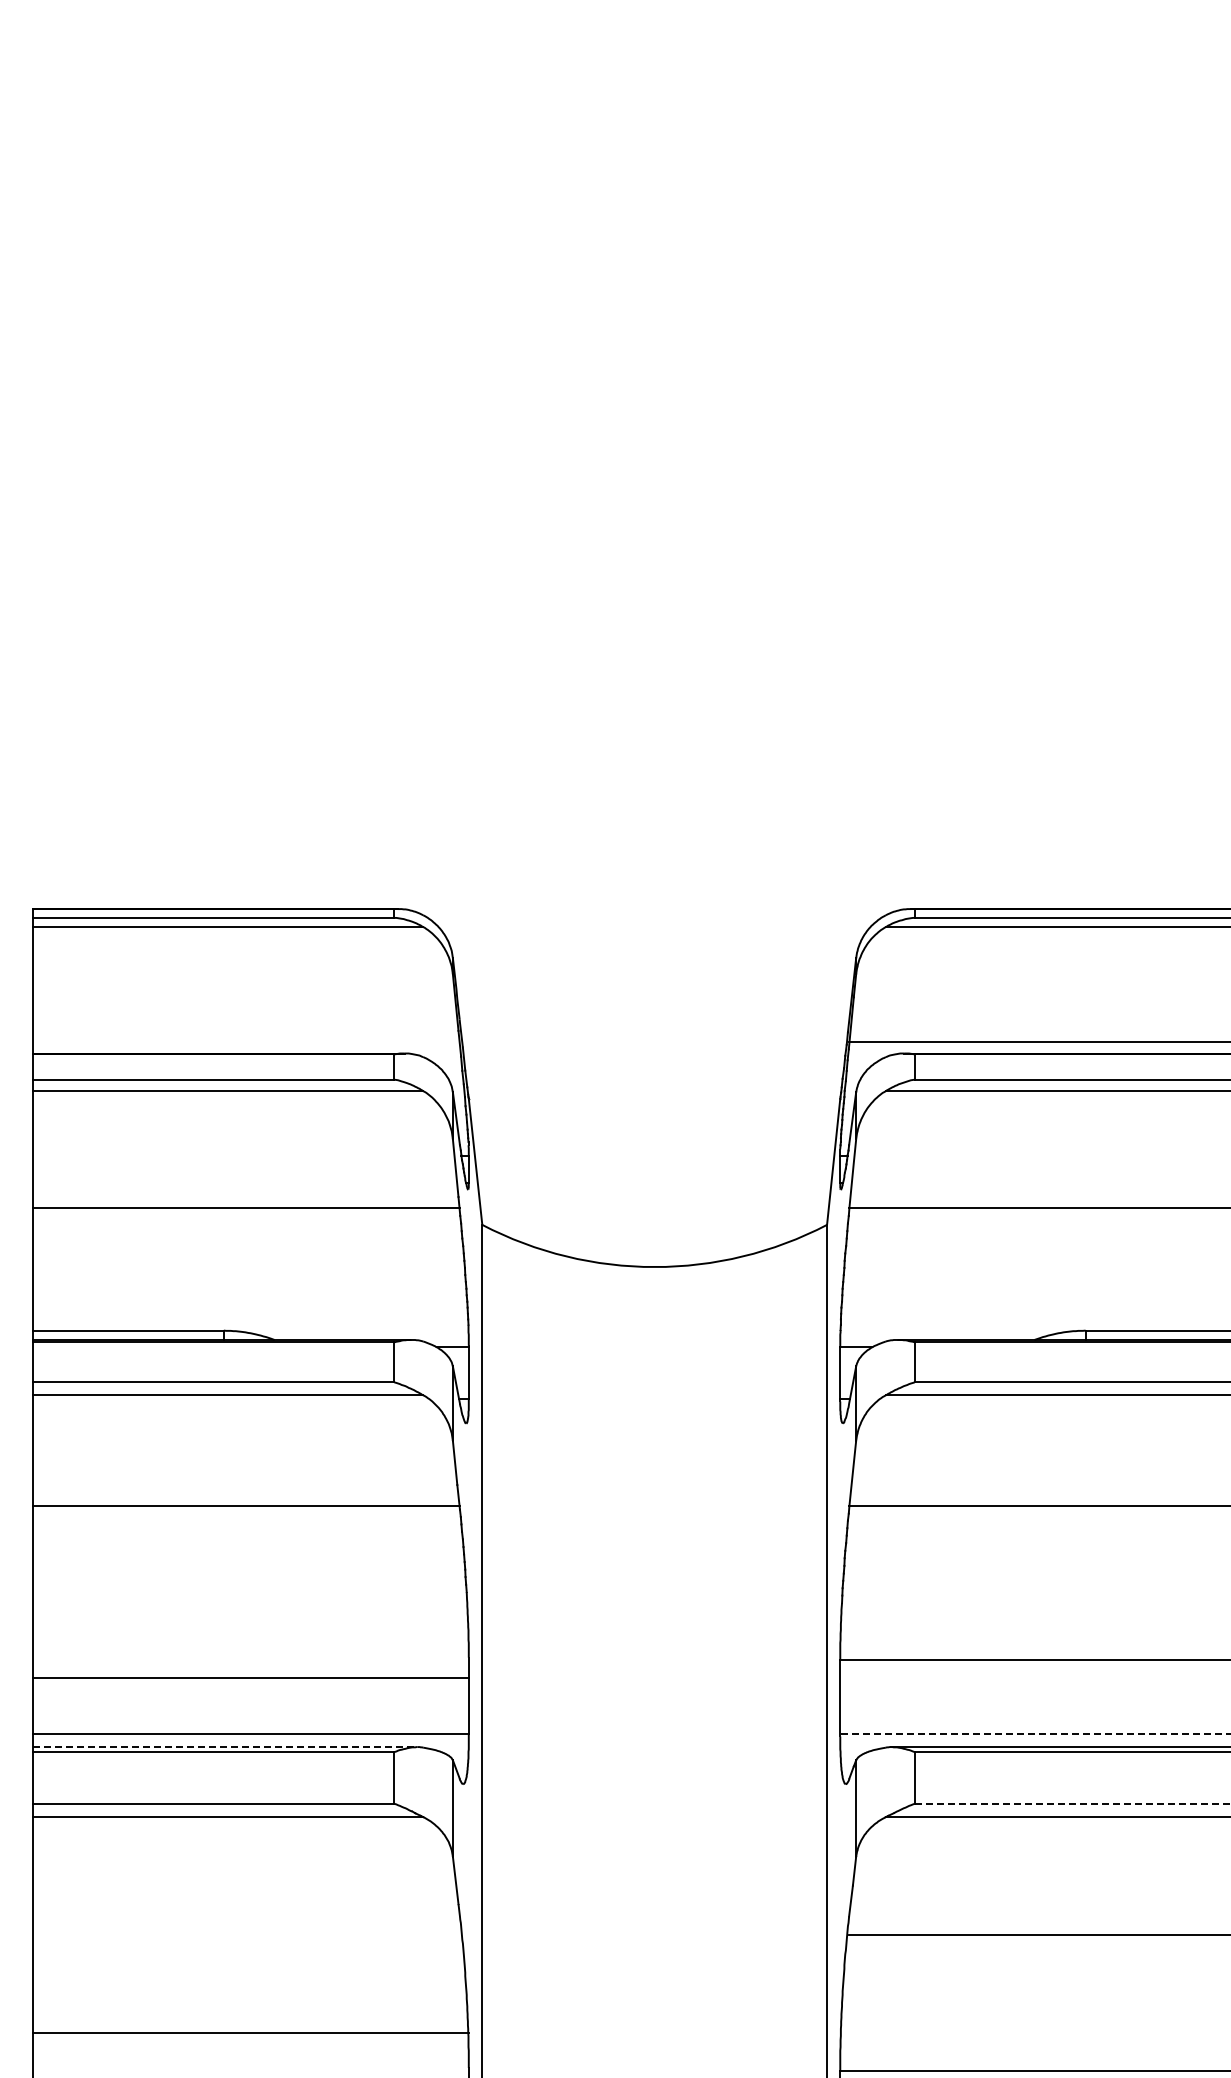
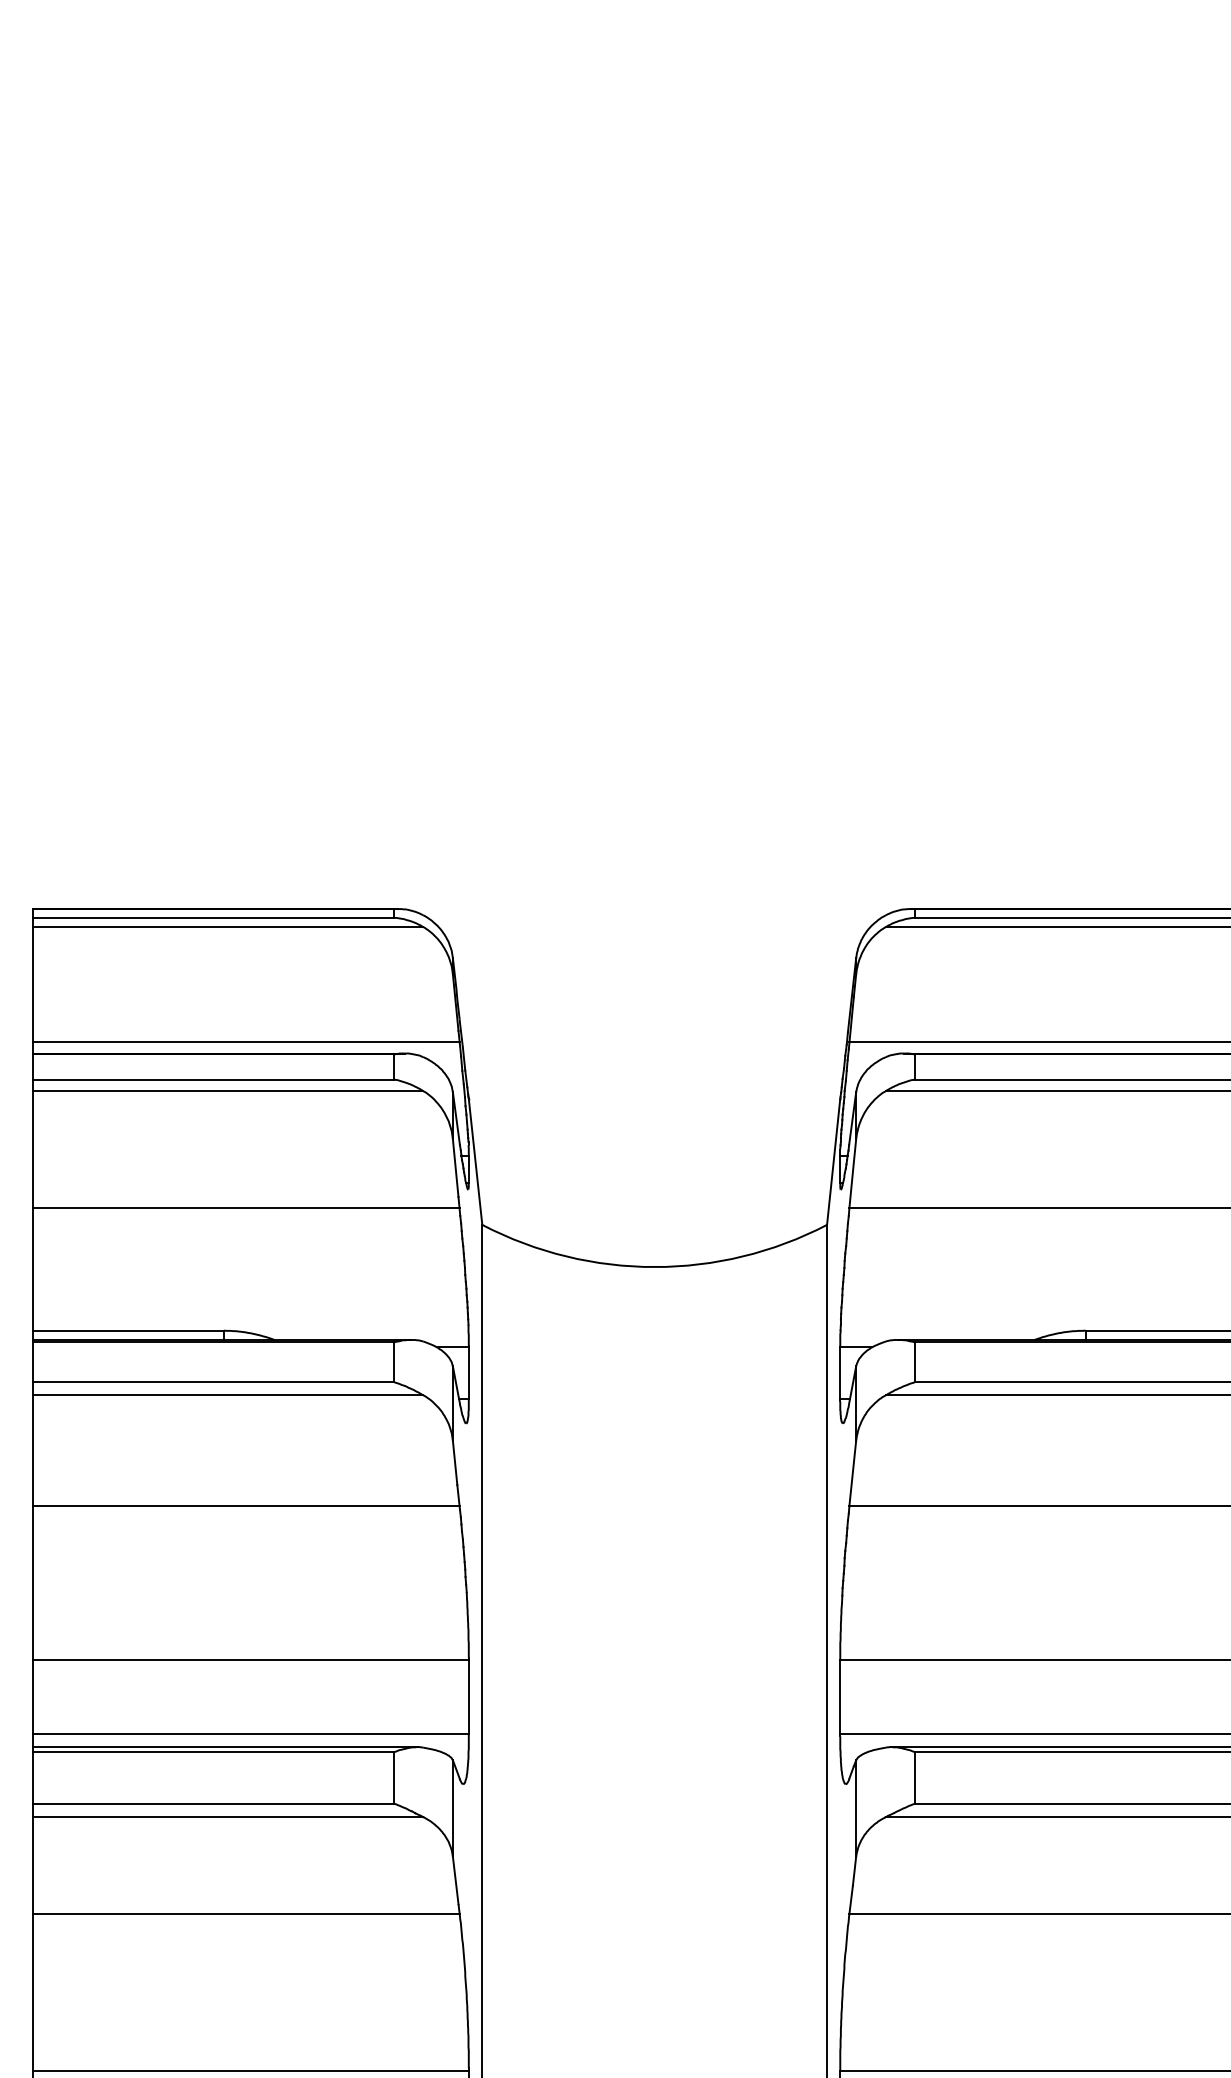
line at (245, 1042): none -> present
line at (250, 1678) position: (250, 1678) -> (250, 1660)
line at (1035, 1733): dashed -> solid
line at (225, 1747): dashed -> solid
line at (1073, 1803): dashed -> solid
line at (245, 1913): none -> present
line at (1038, 1934) position: (1038, 1934) -> (1038, 1913)
line at (250, 2033) position: (250, 2033) -> (250, 2071)
